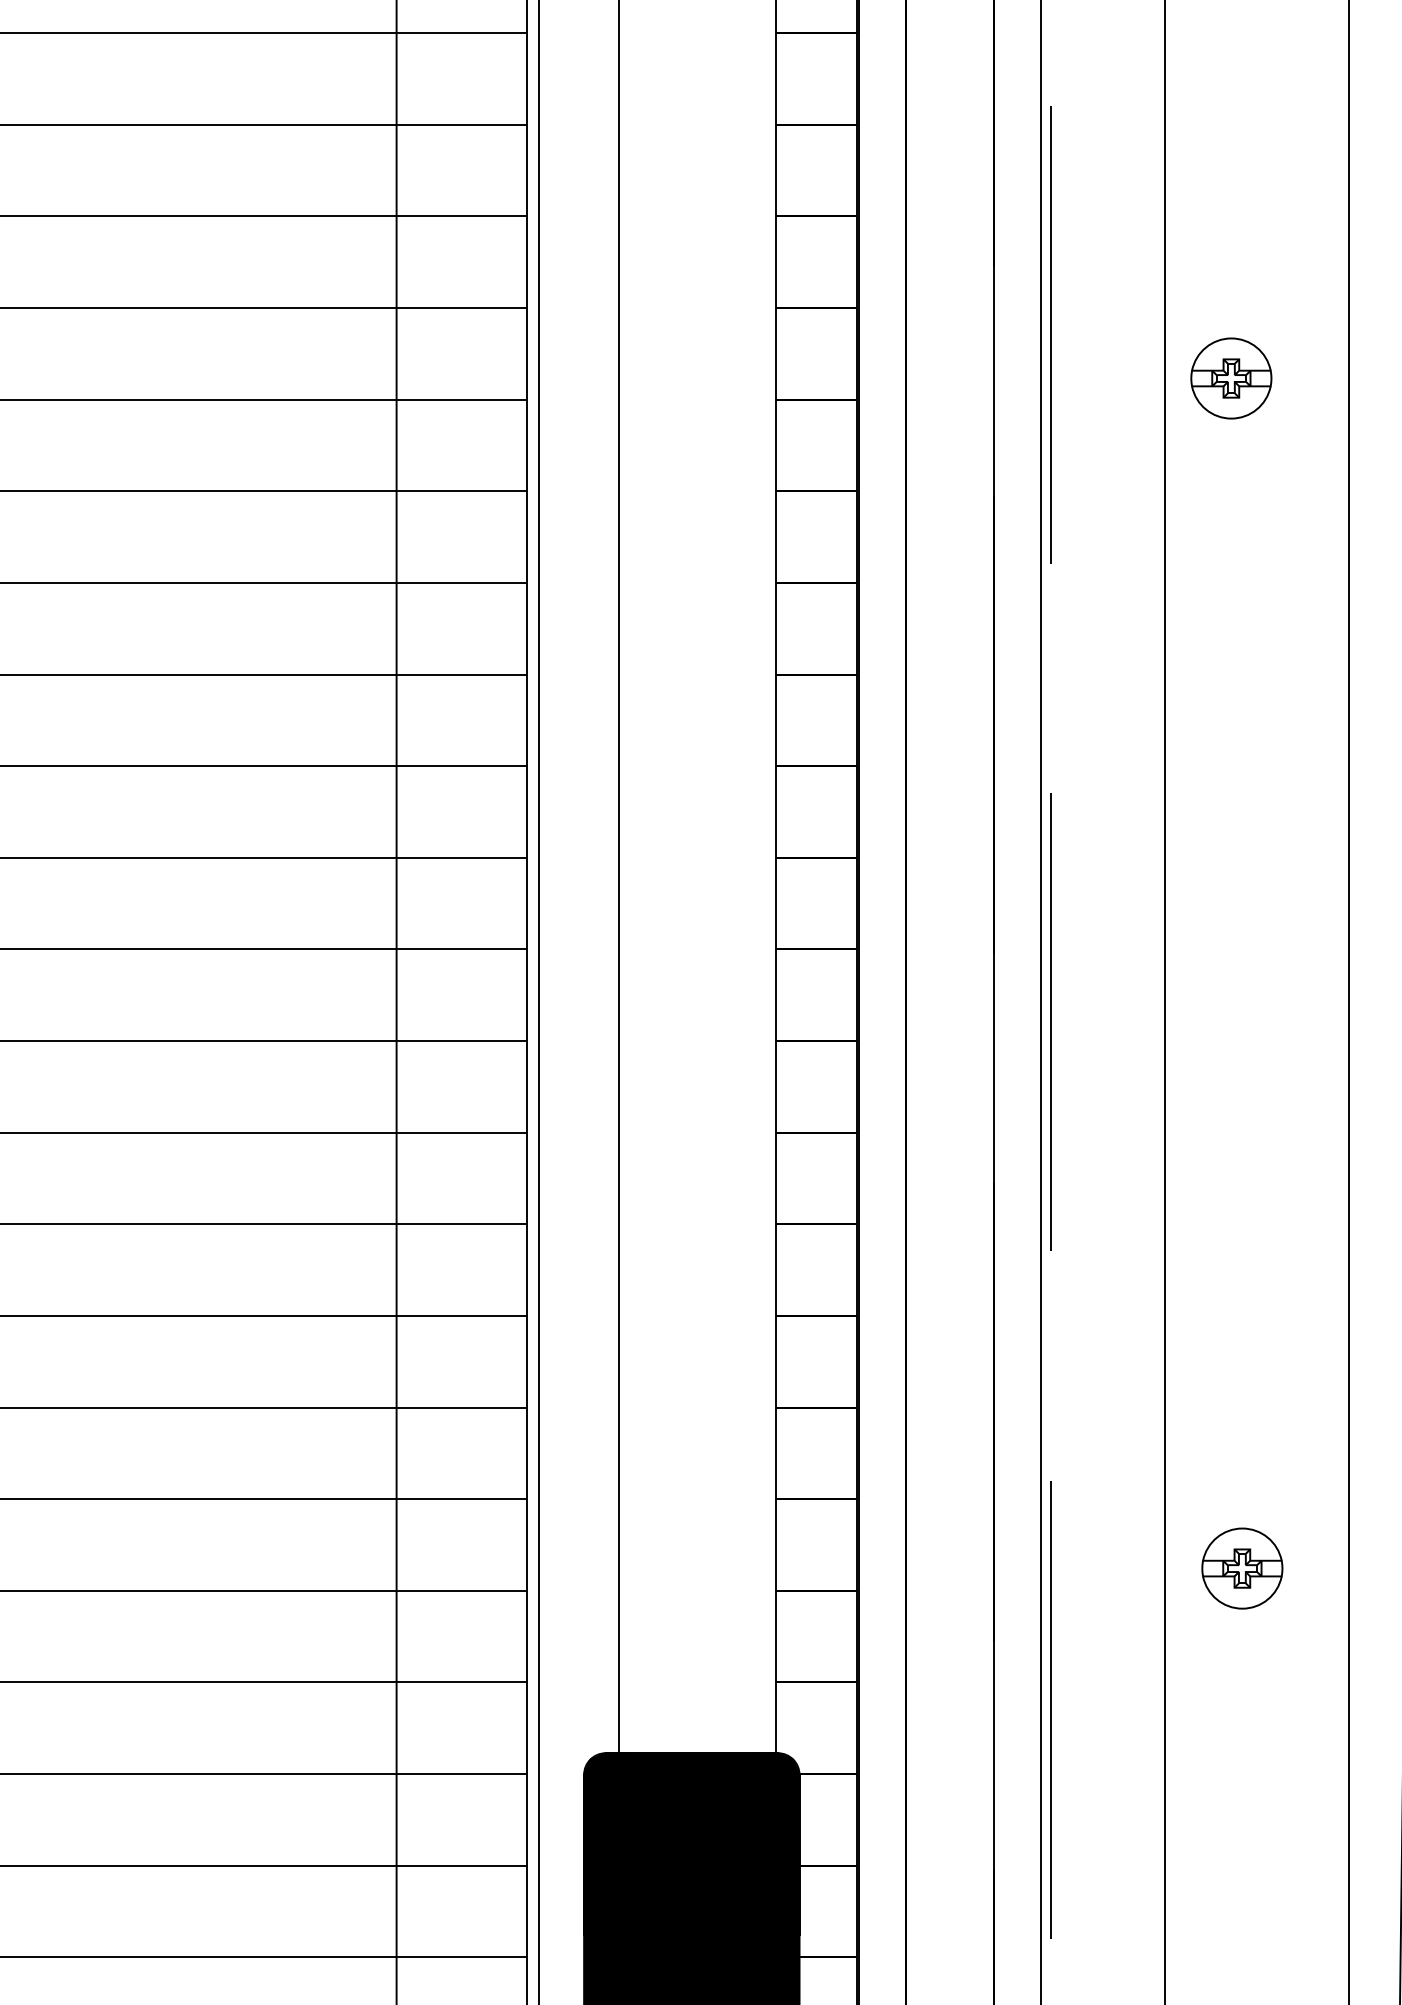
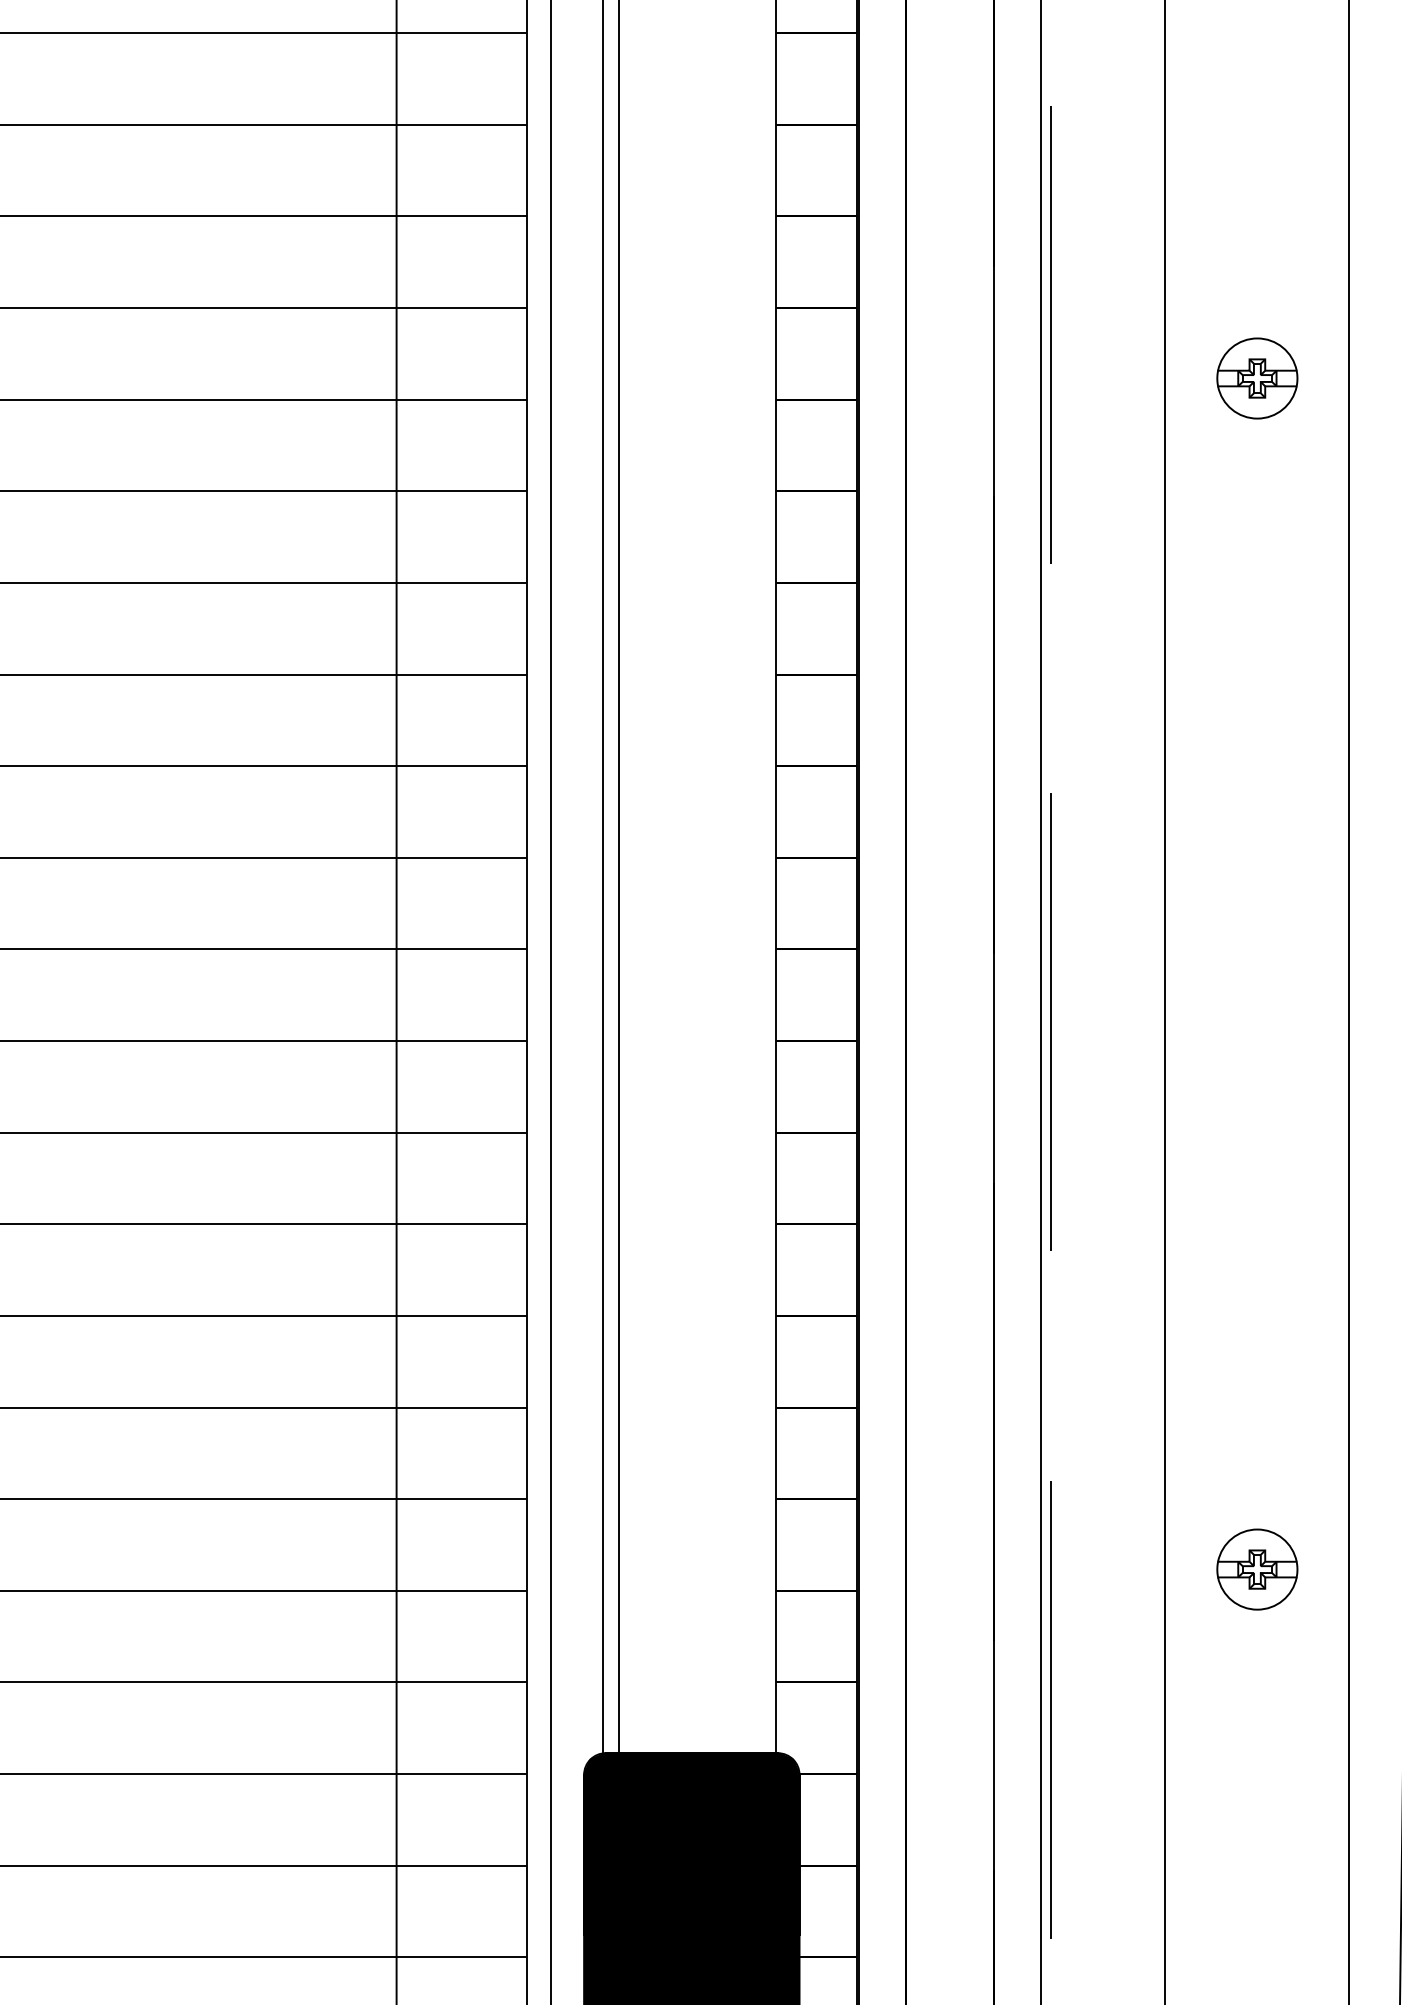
part at (1231, 378) position: (1231, 378) -> (1257, 378)
line at (603, 878): none -> present
line at (538, 1001) position: (538, 1001) -> (550, 1001)
part at (1242, 1568) position: (1242, 1568) -> (1257, 1569)
